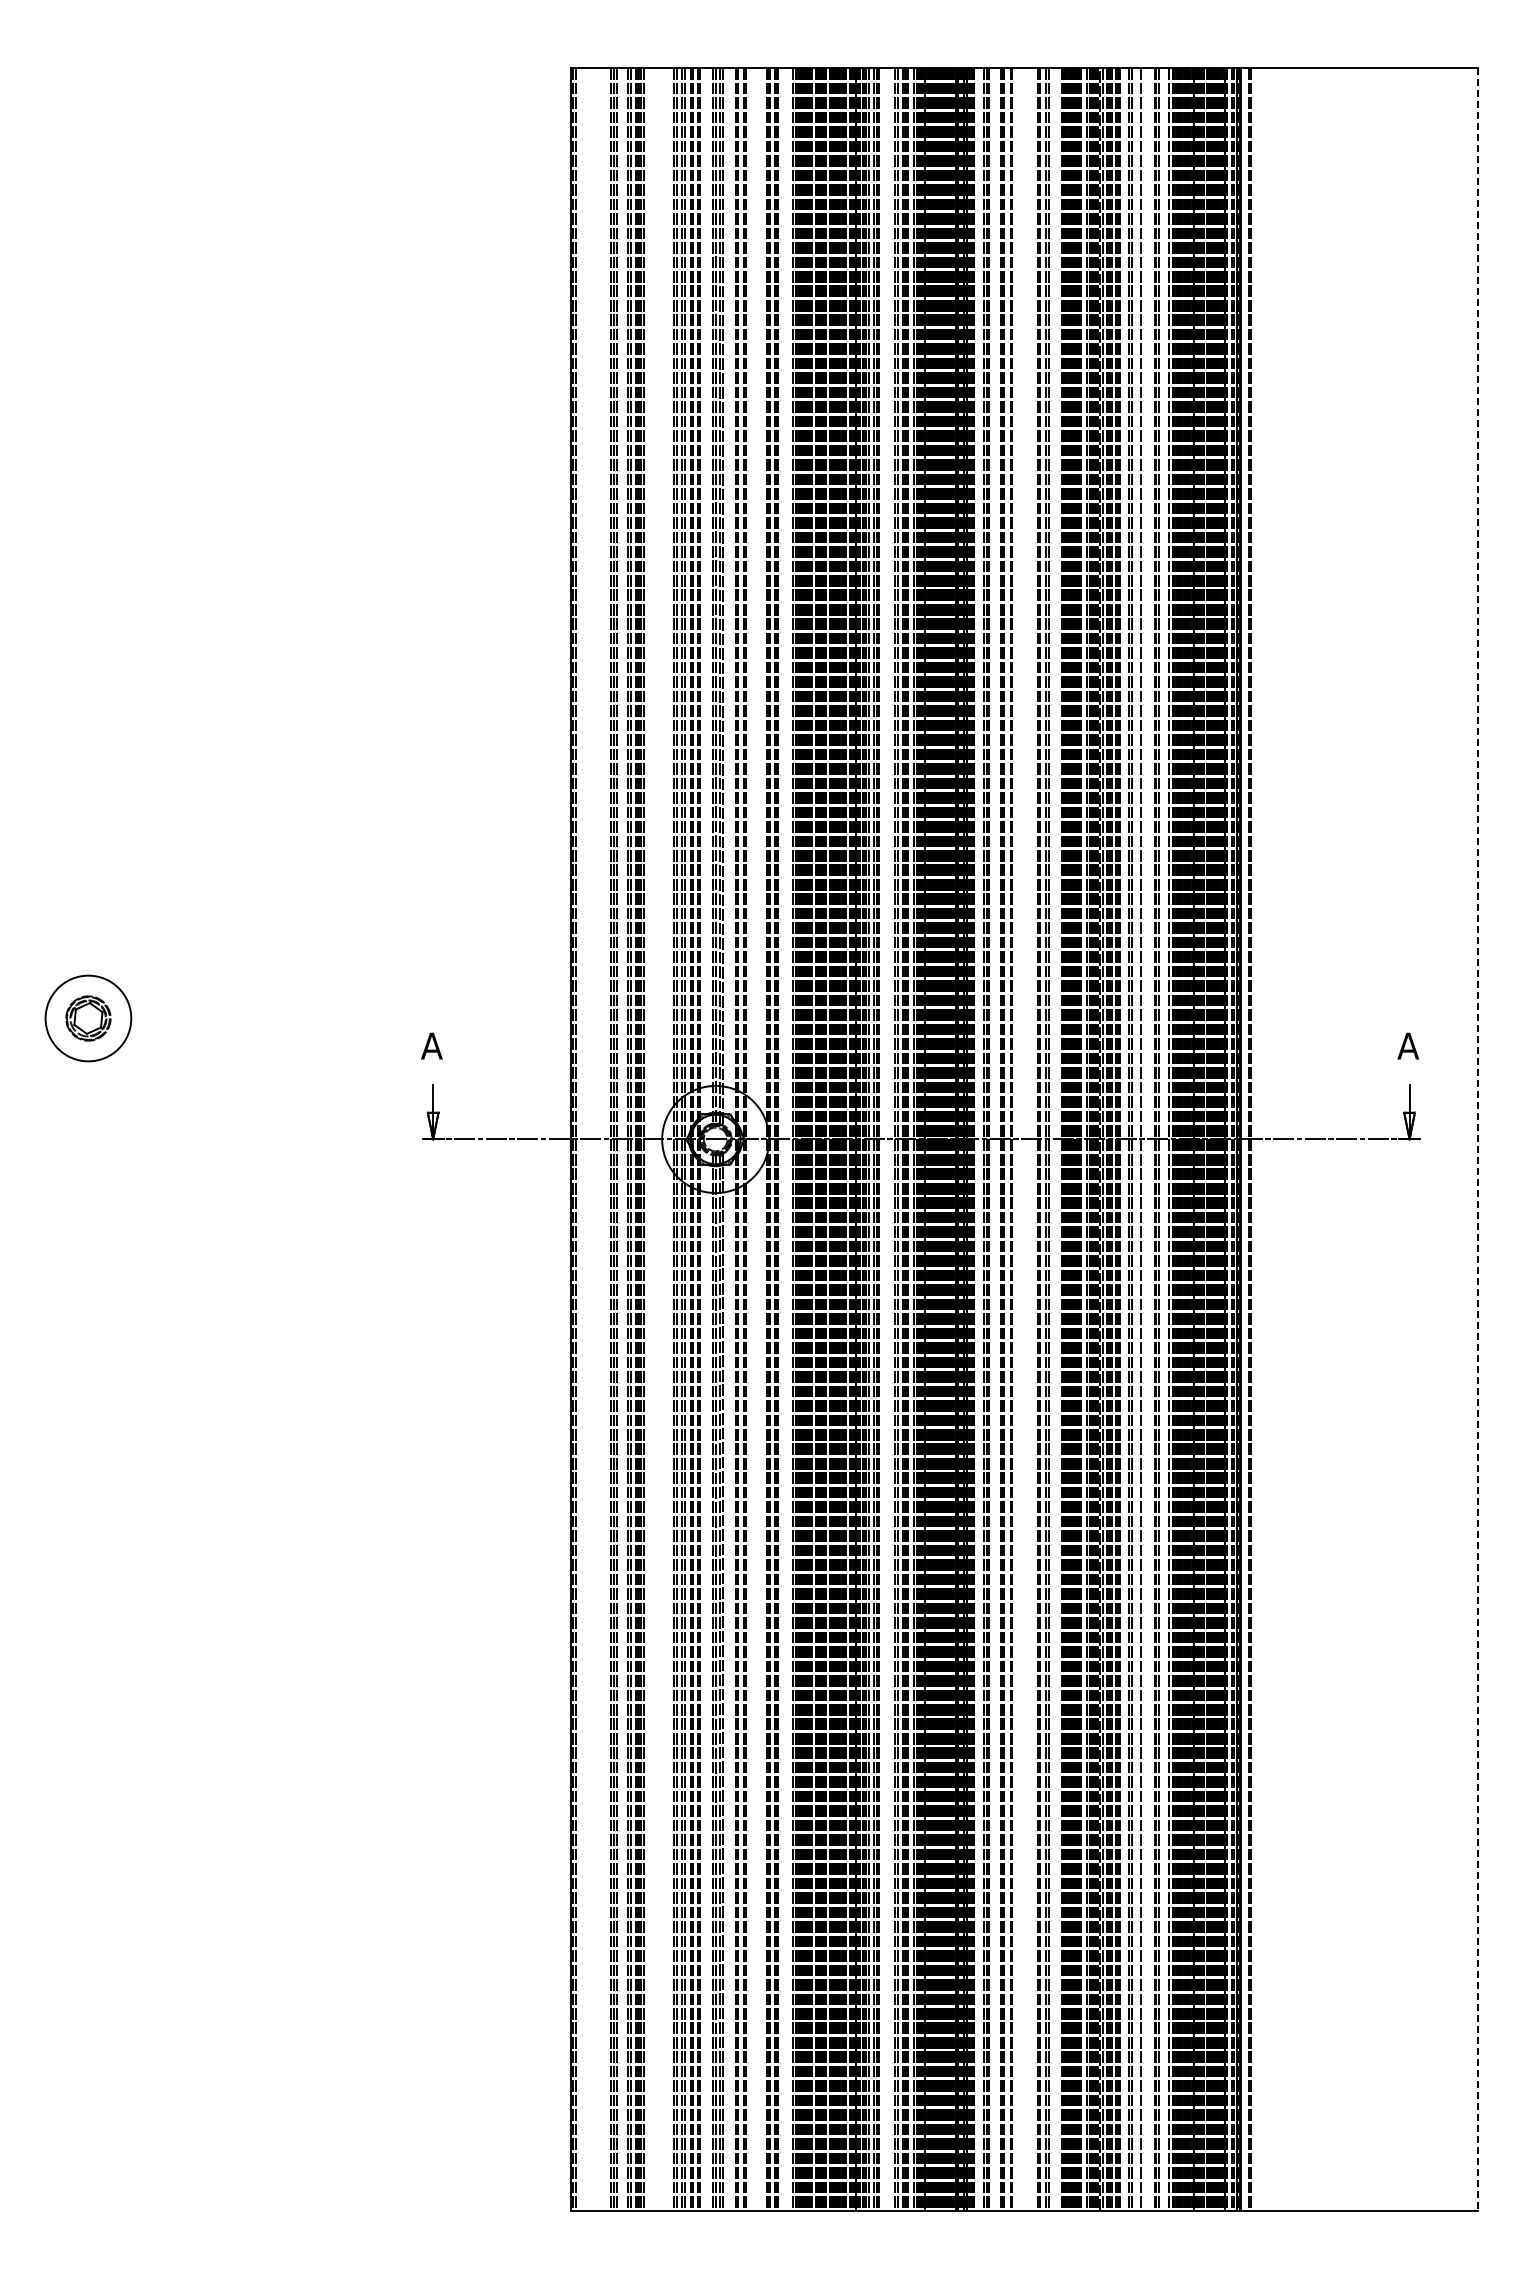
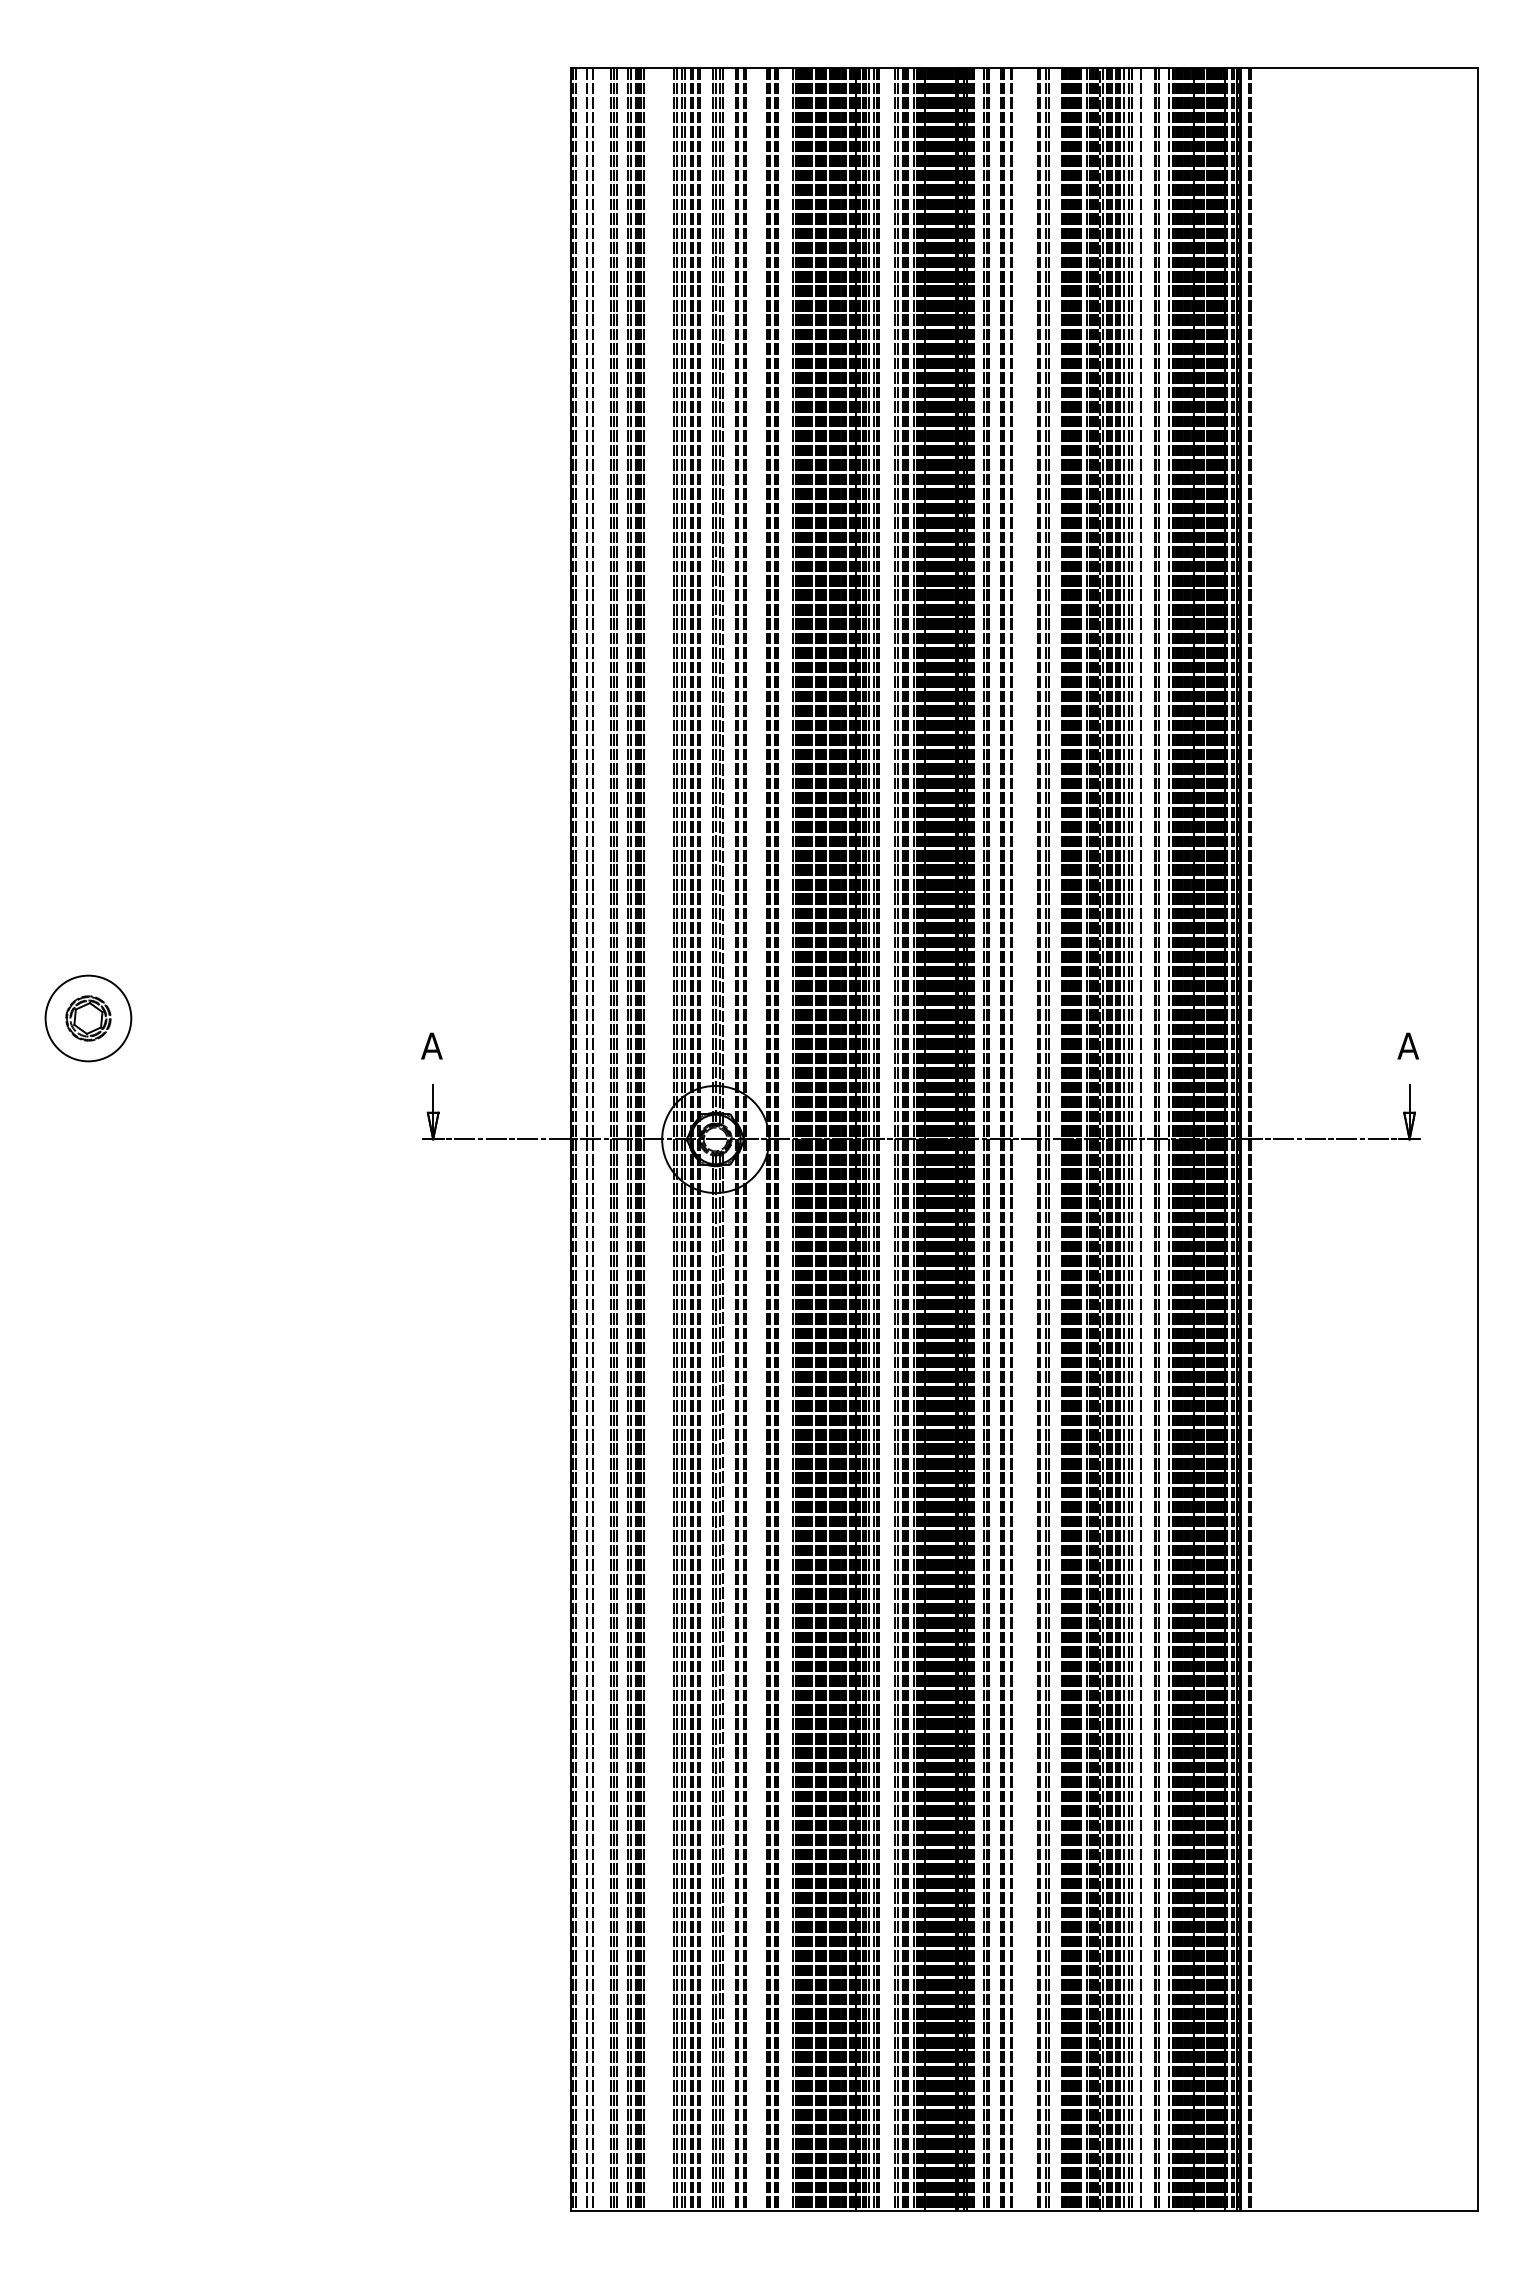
line at (587, 1139): none -> present
line at (592, 1139): none -> present
line at (1123, 1139): none -> present
line at (1478, 1139): dashed -> solid
